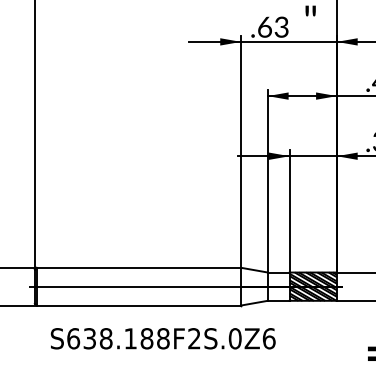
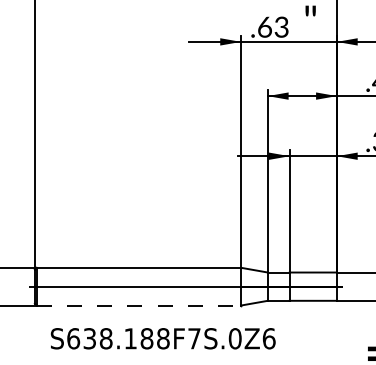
hatch at (312, 286): present -> none
line at (139, 305): solid -> dashed
text at (194, 338): S638.188F2S.0Z6 -> S638.188F7S.0Z6
